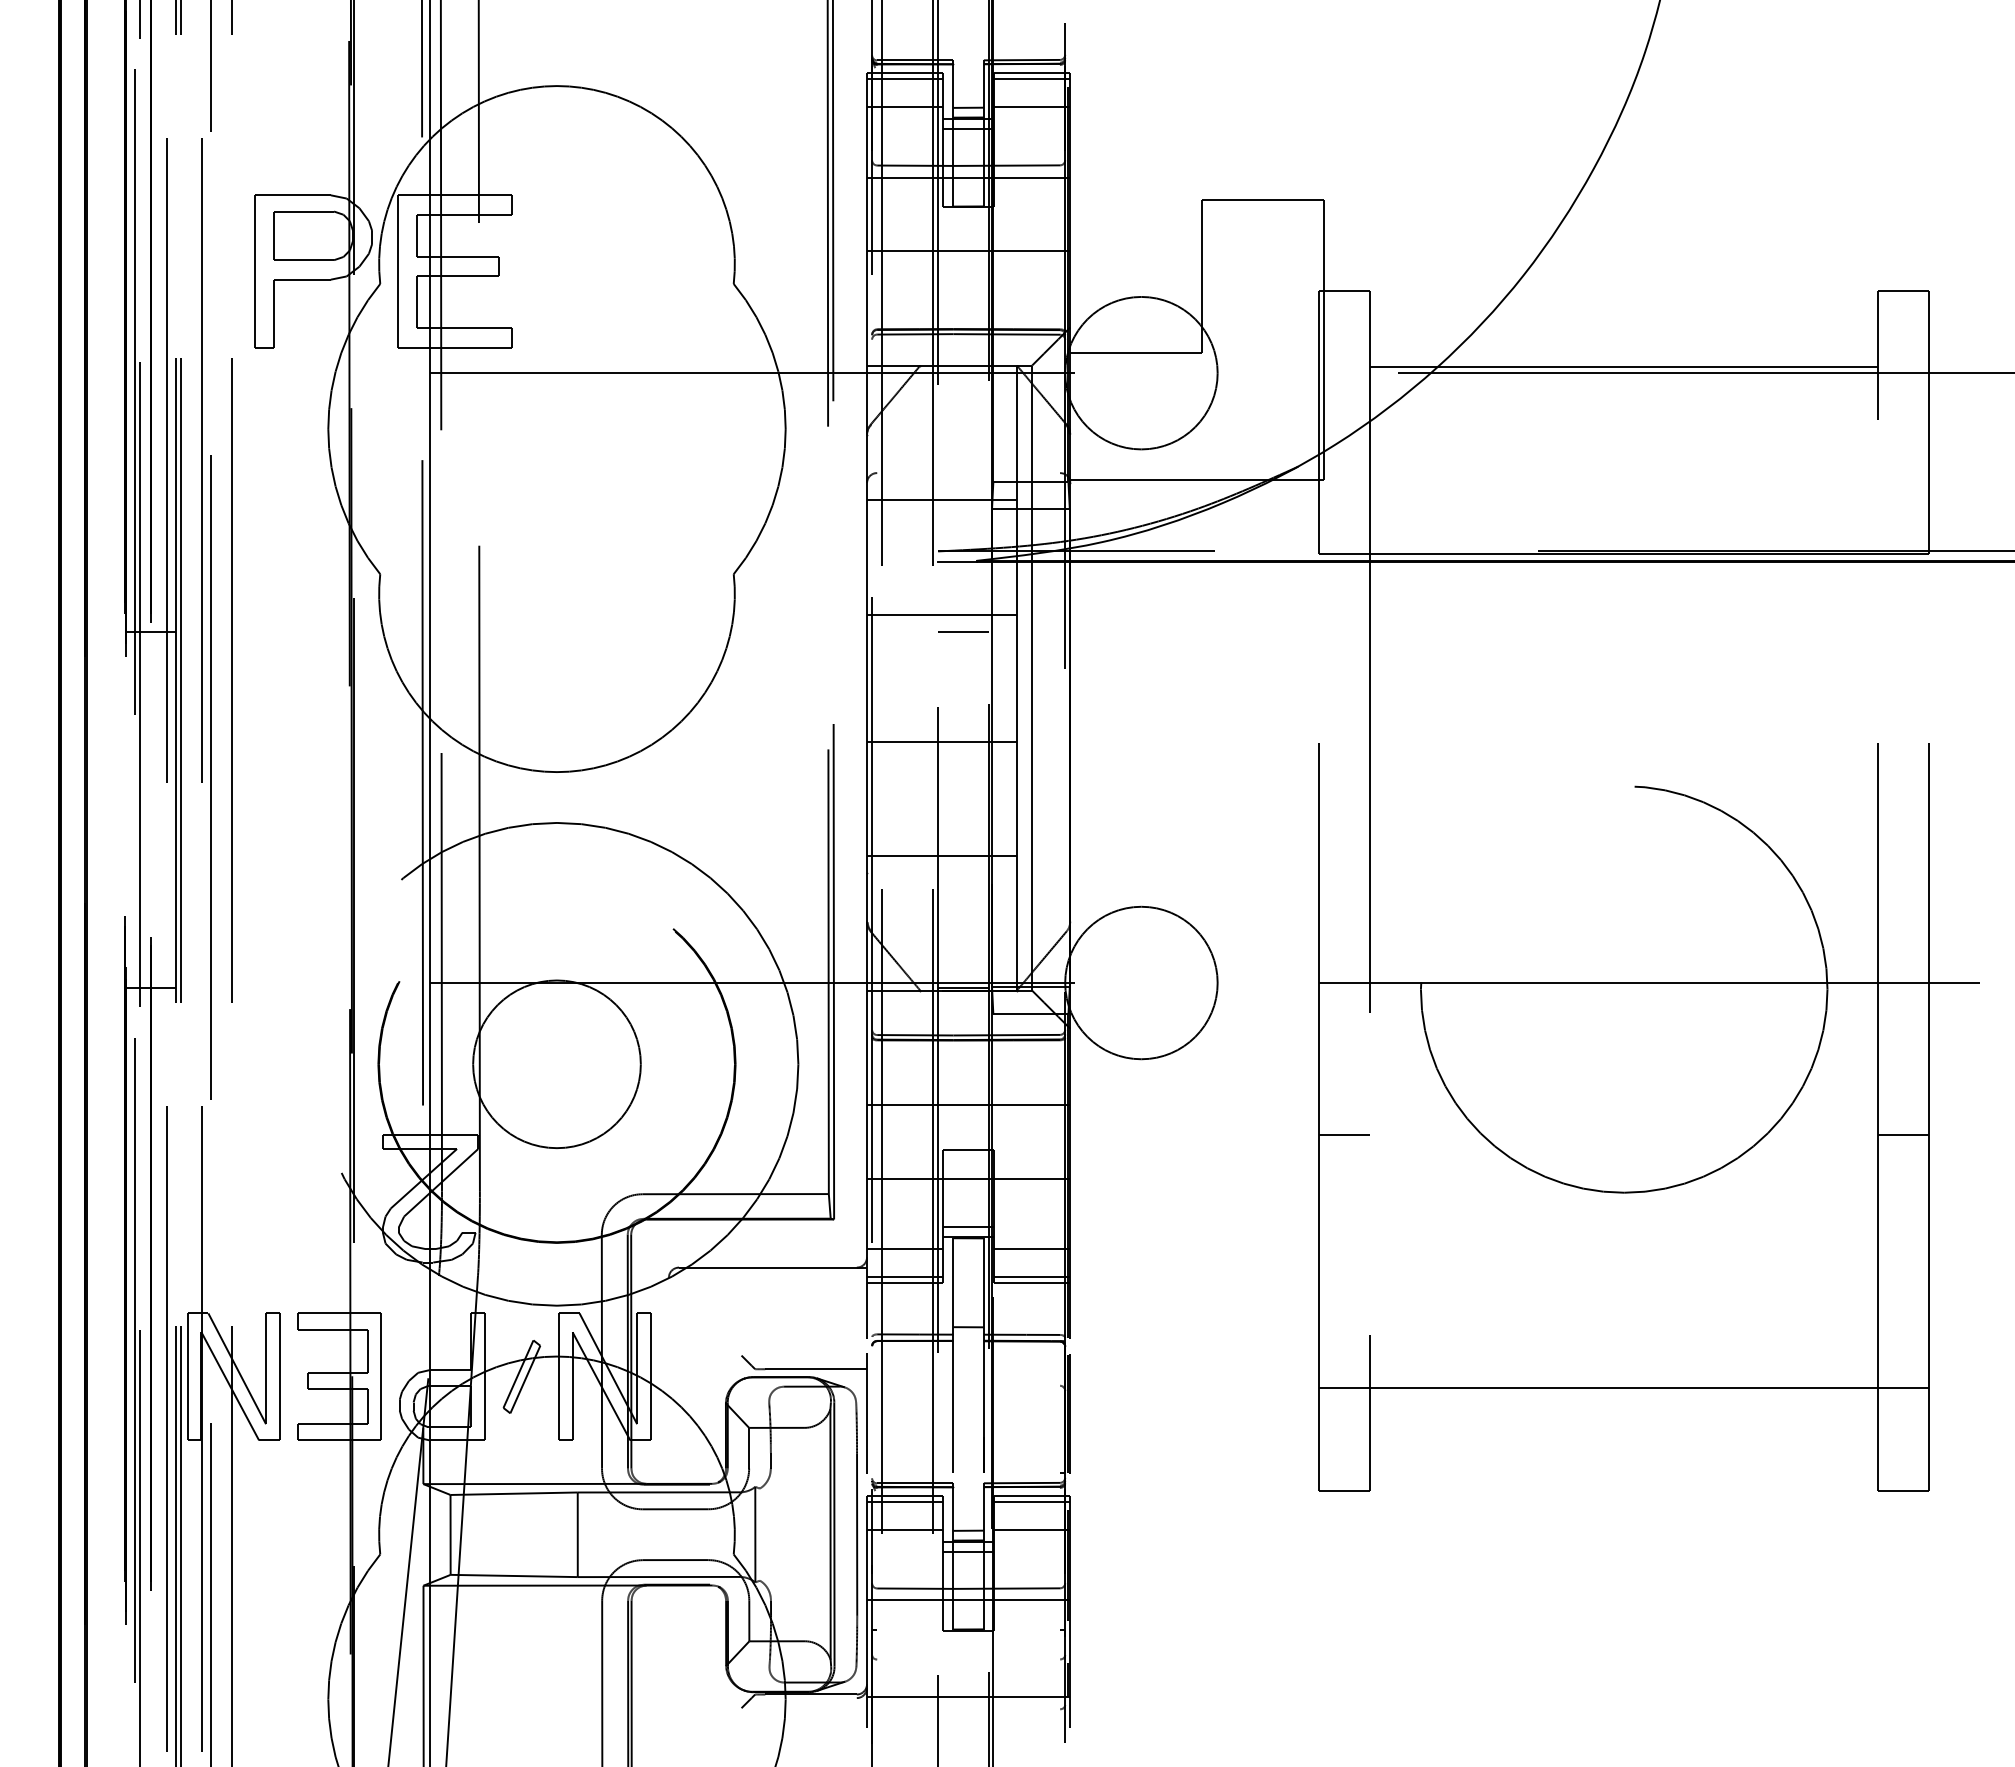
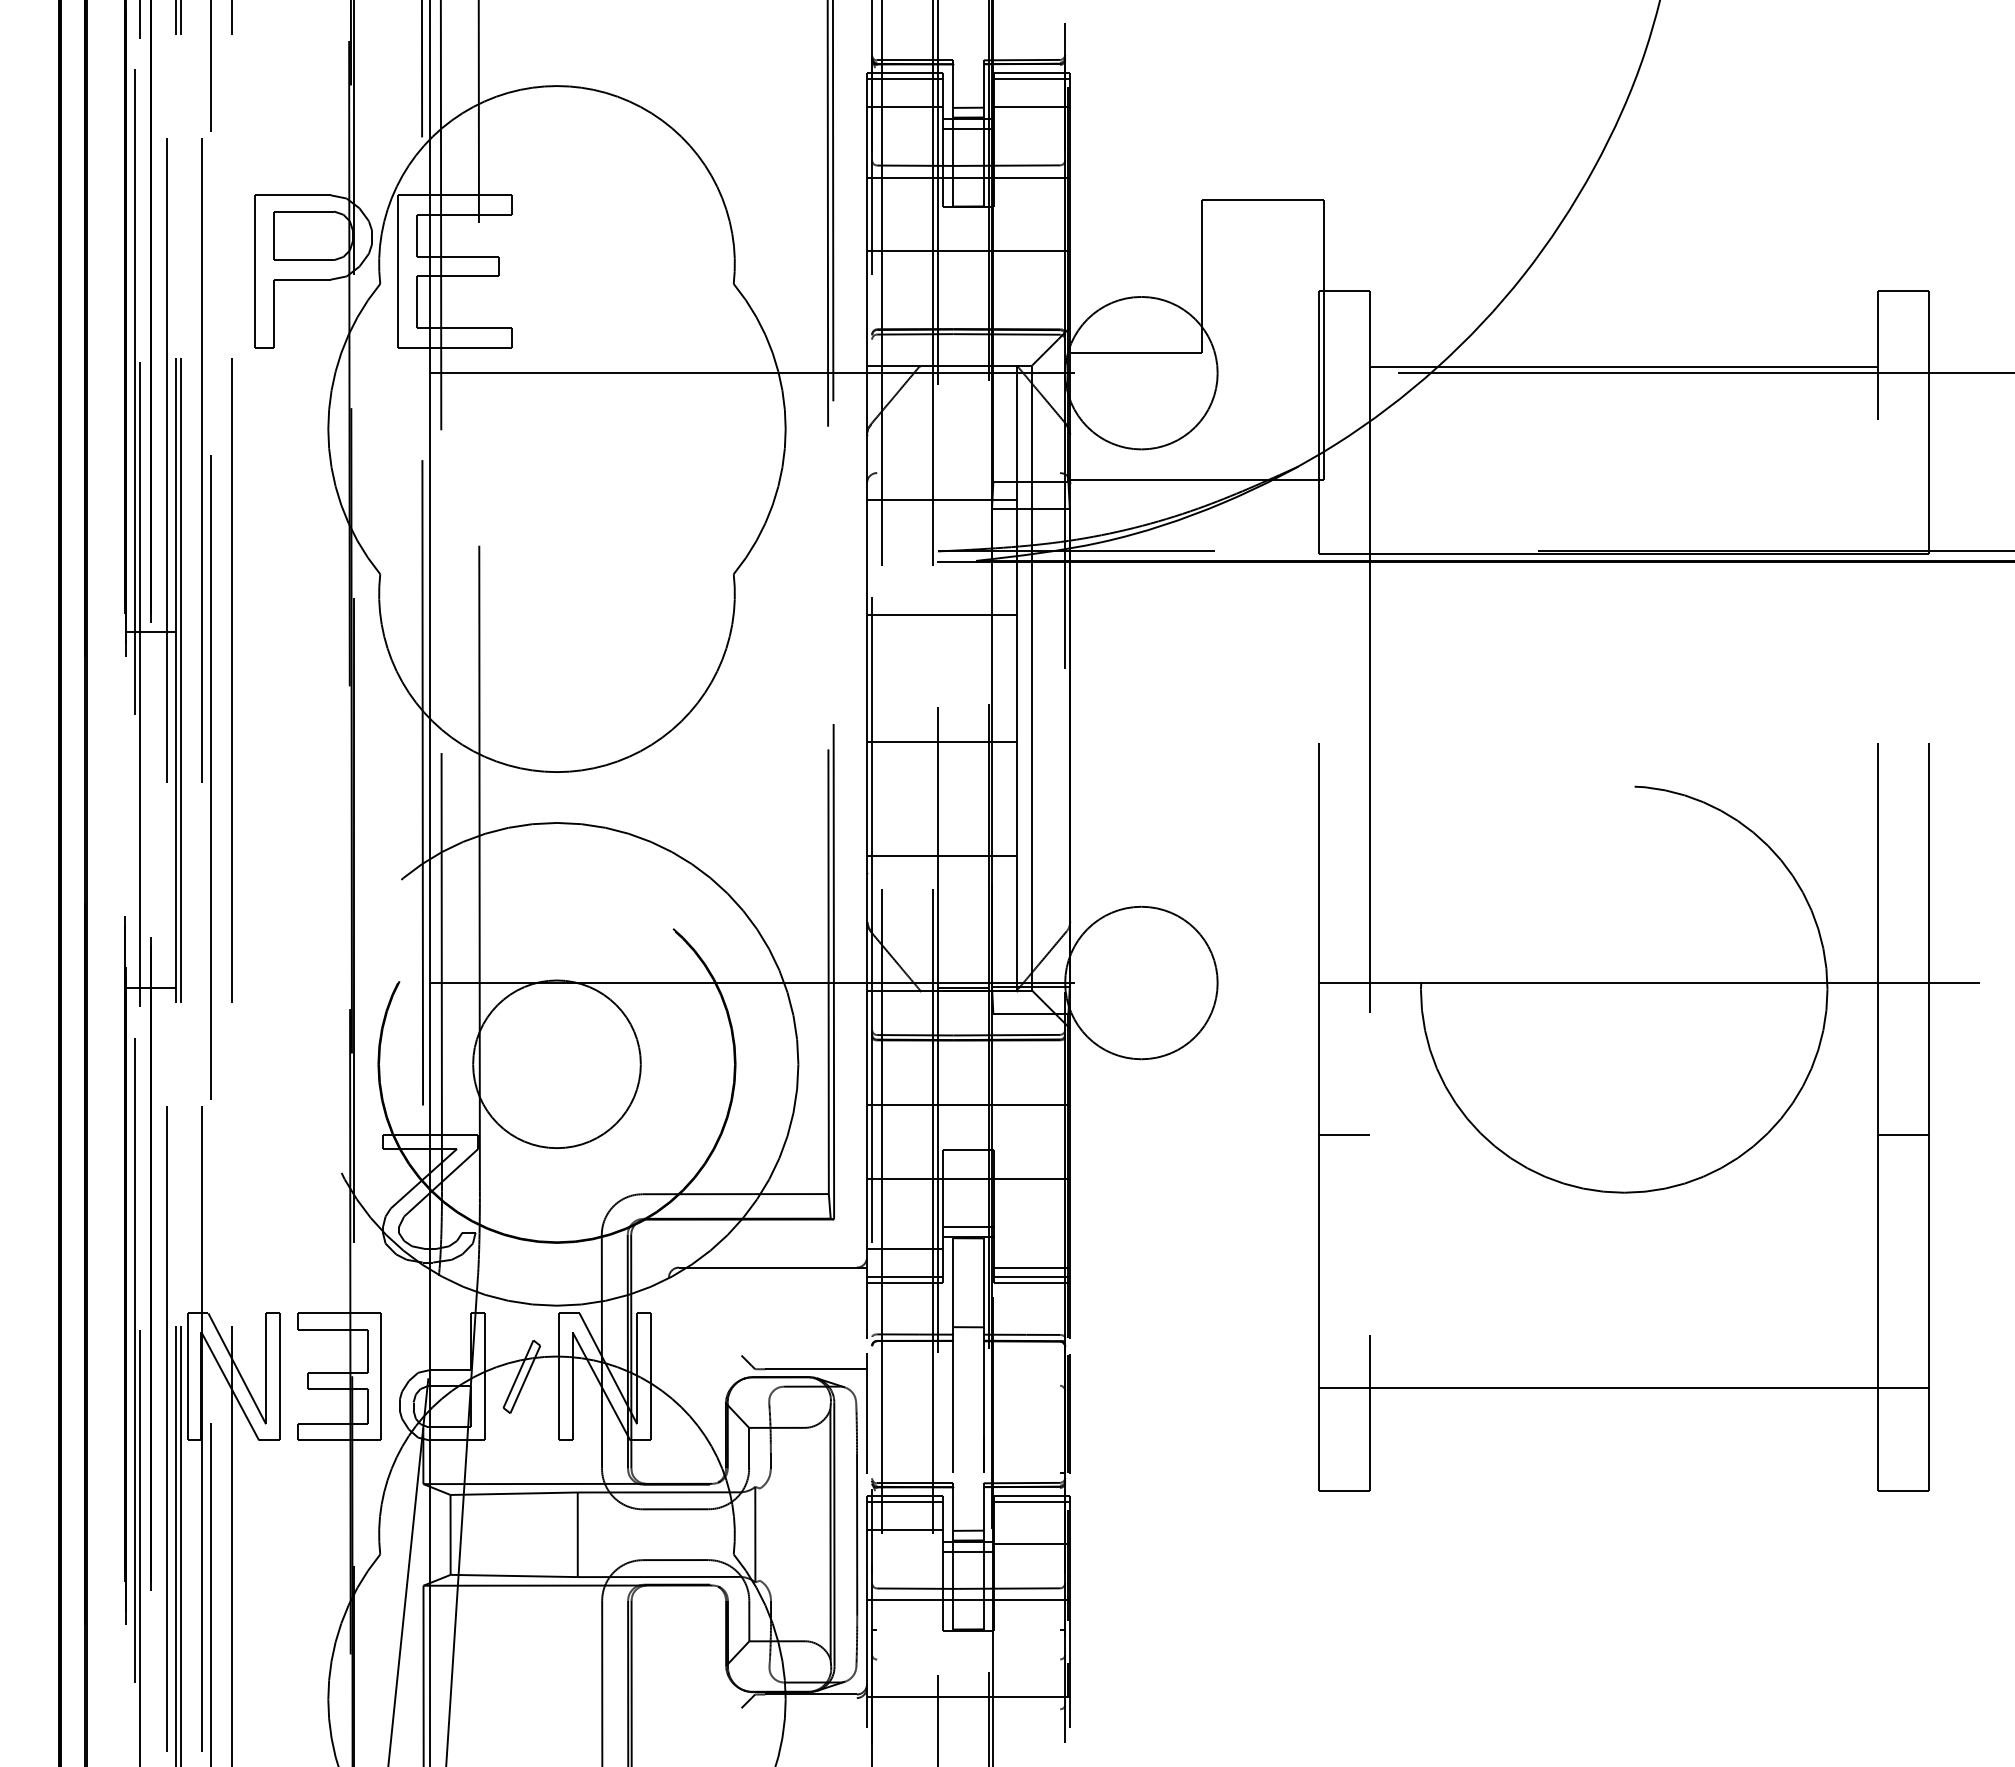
line at (963, 632): present -> none
line at (1032, 1249) position: (1032, 1249) -> (1032, 1268)
line at (1032, 1530) position: (1032, 1530) -> (1032, 1544)
